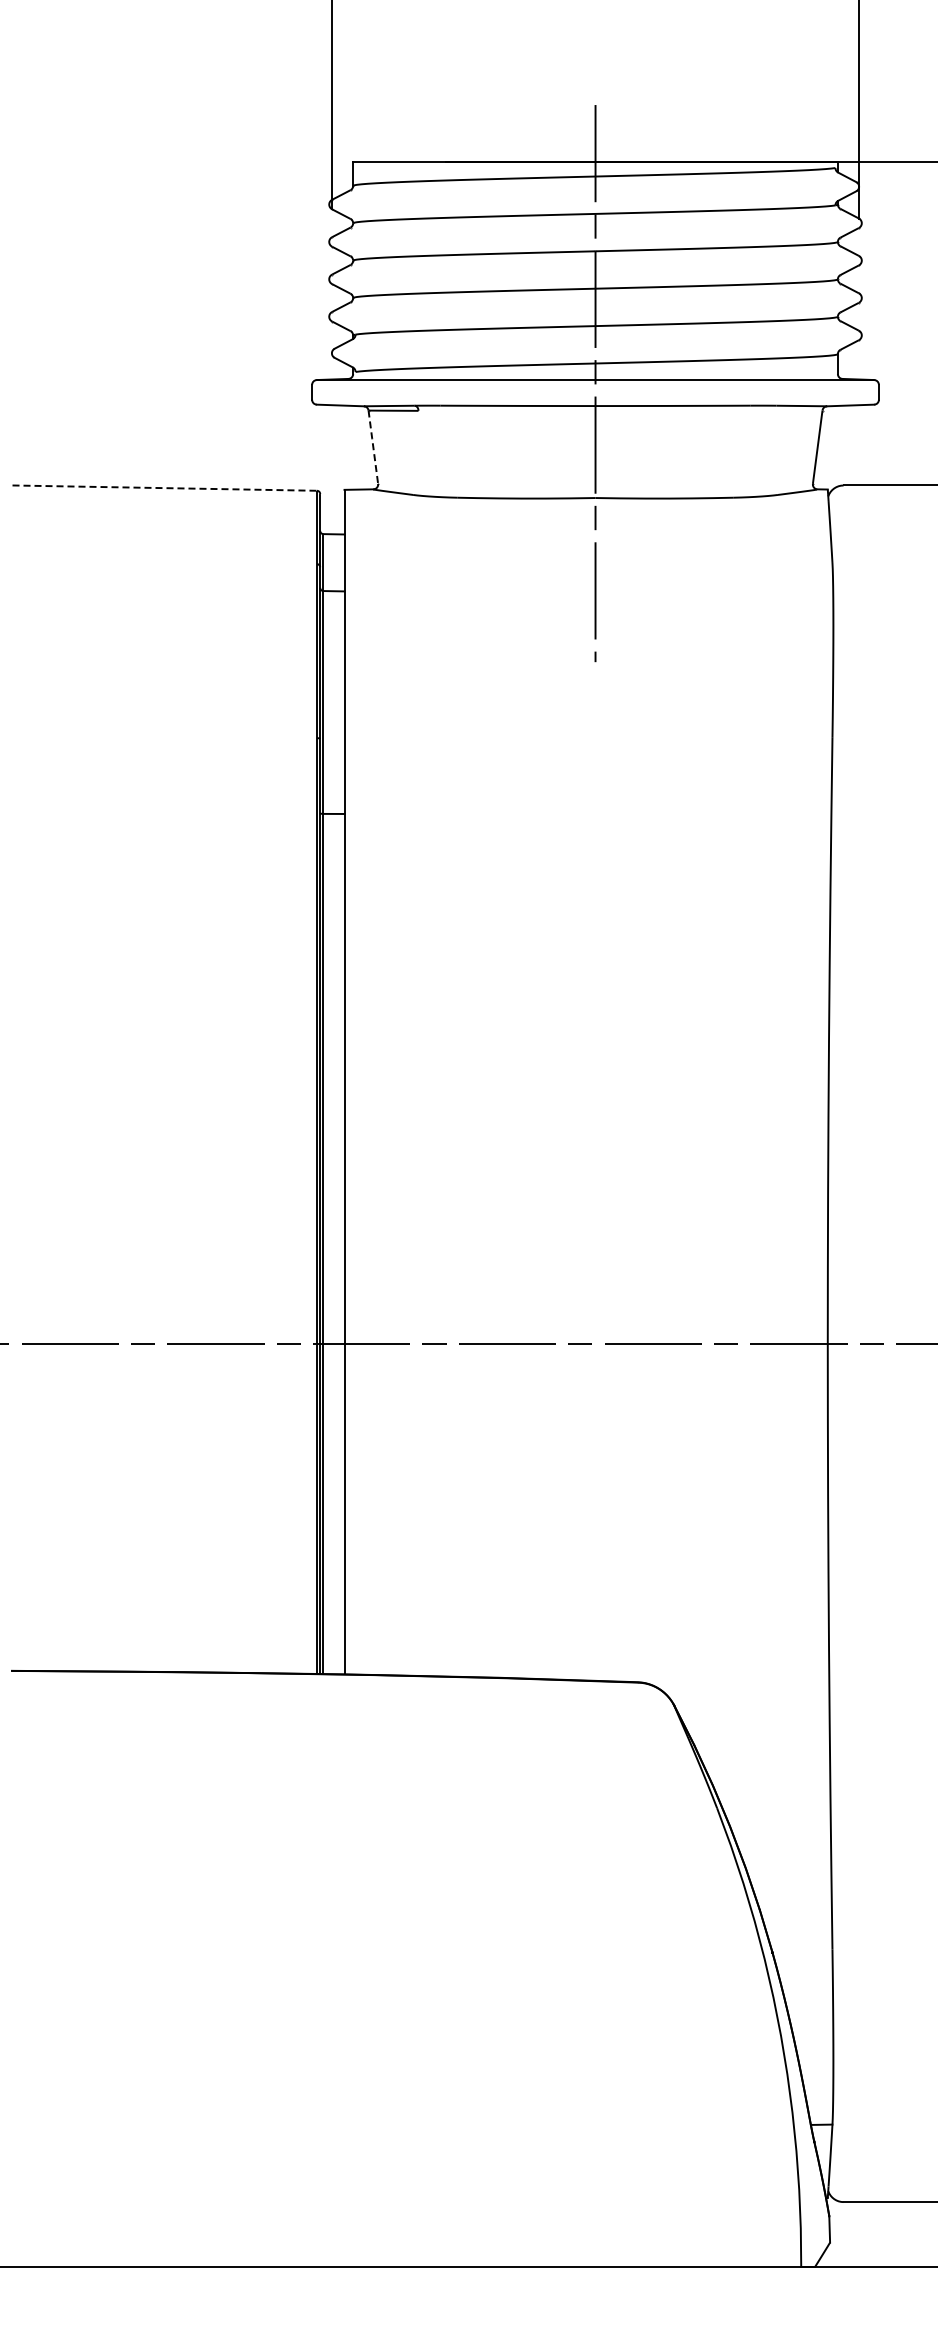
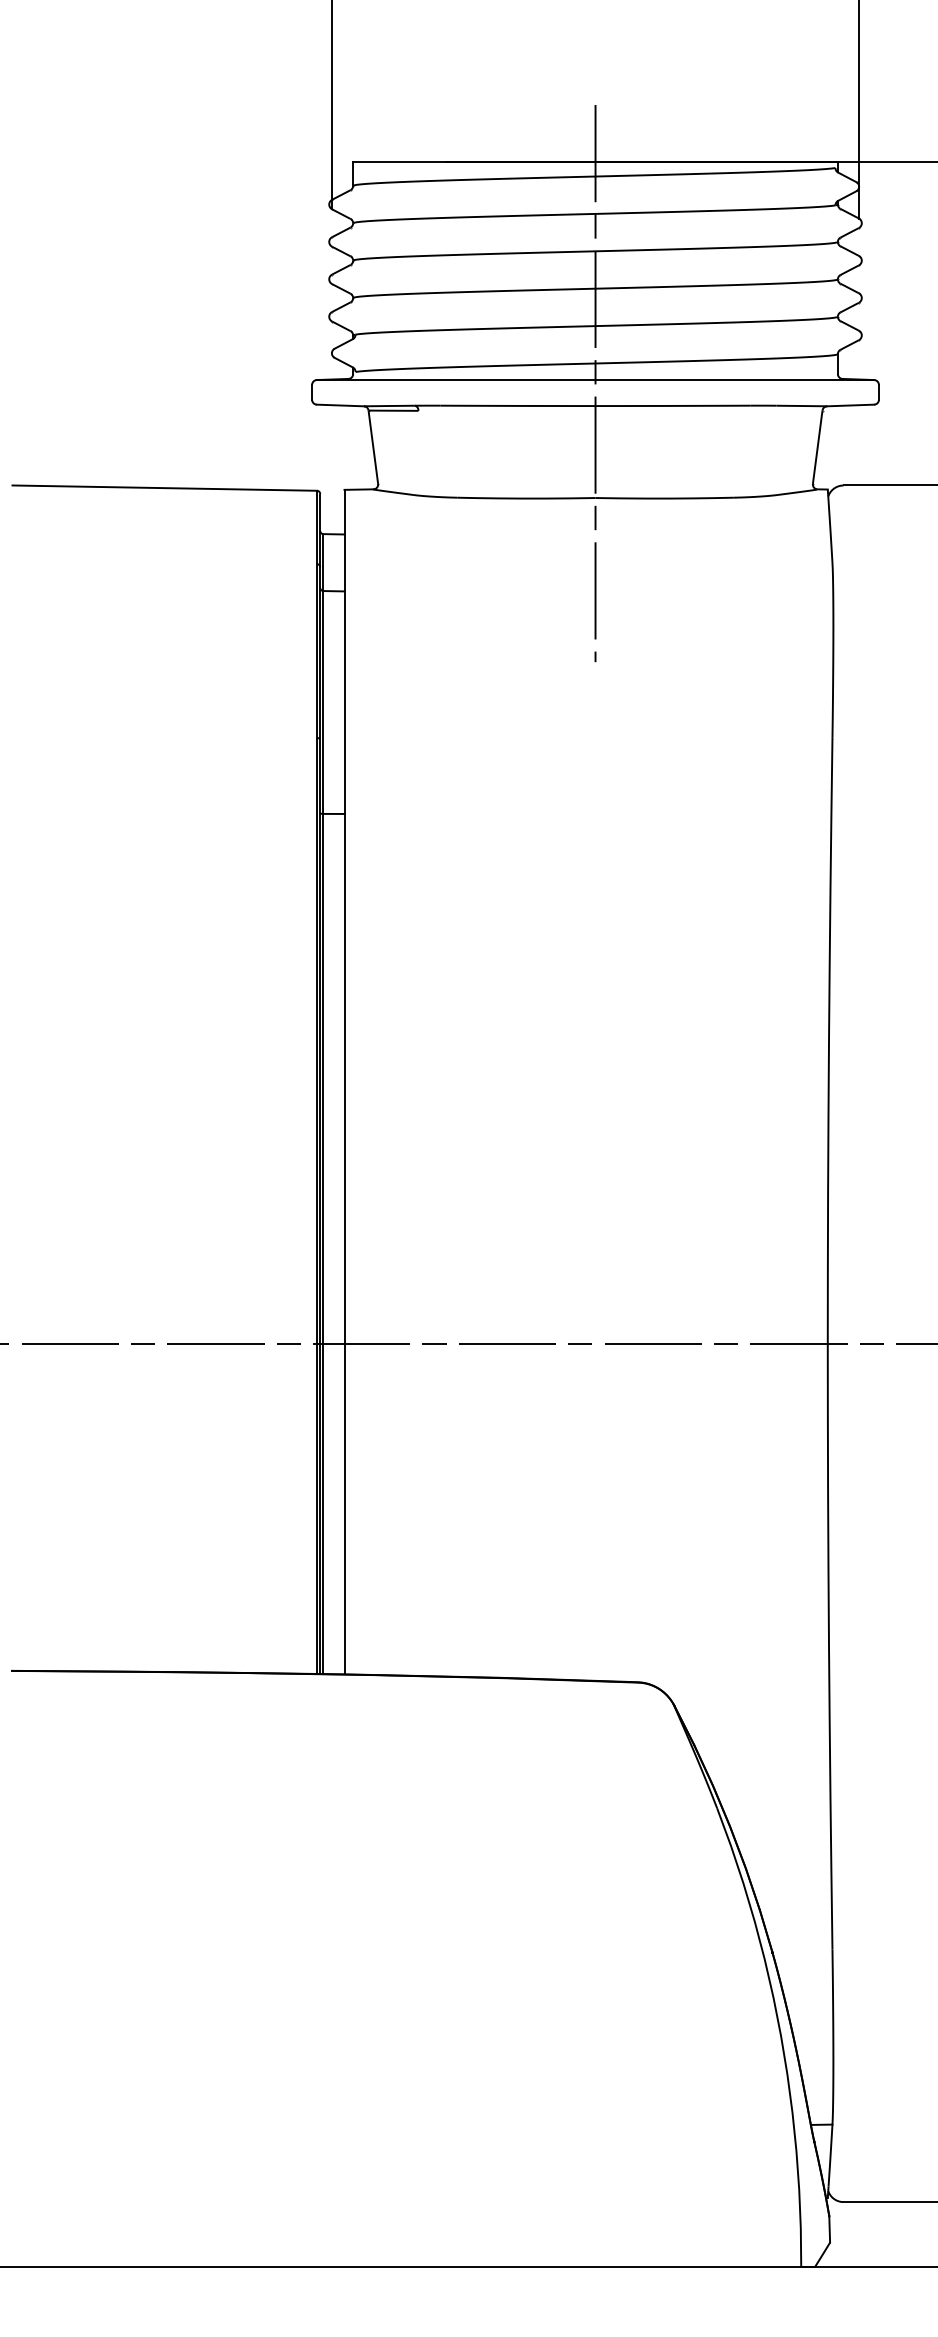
line at (373, 446): dashed -> solid
line at (165, 488): dashed -> solid
